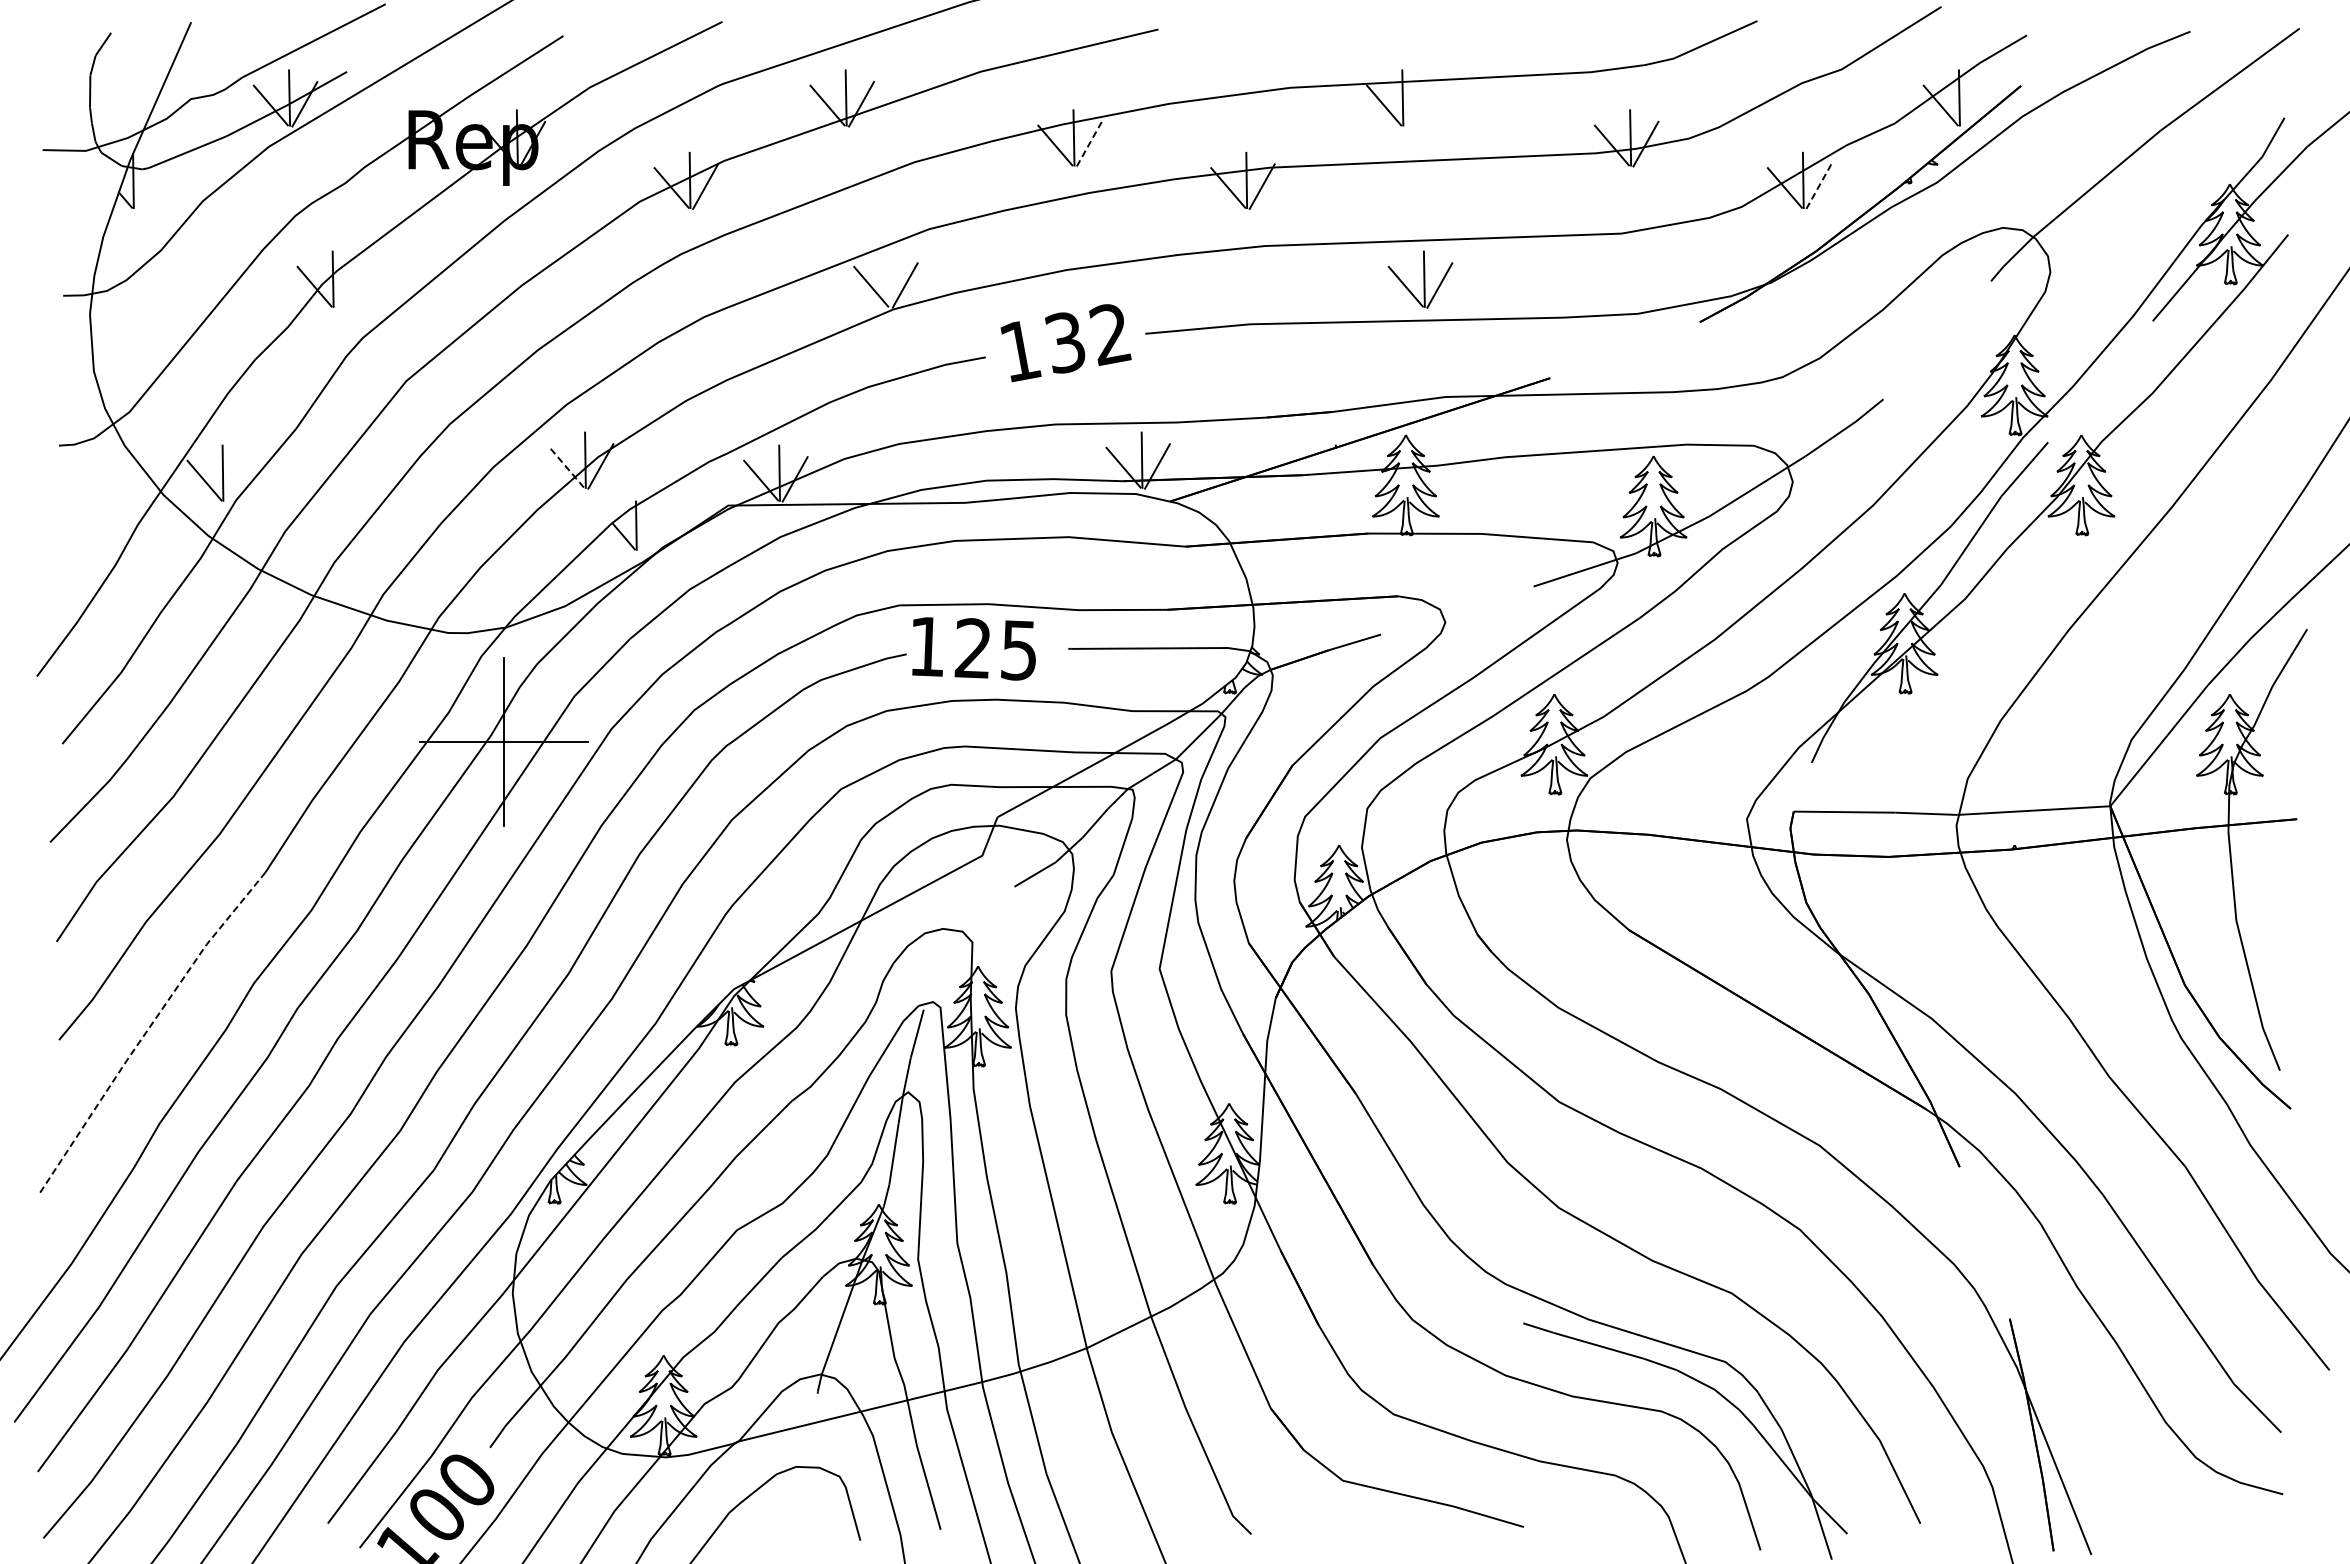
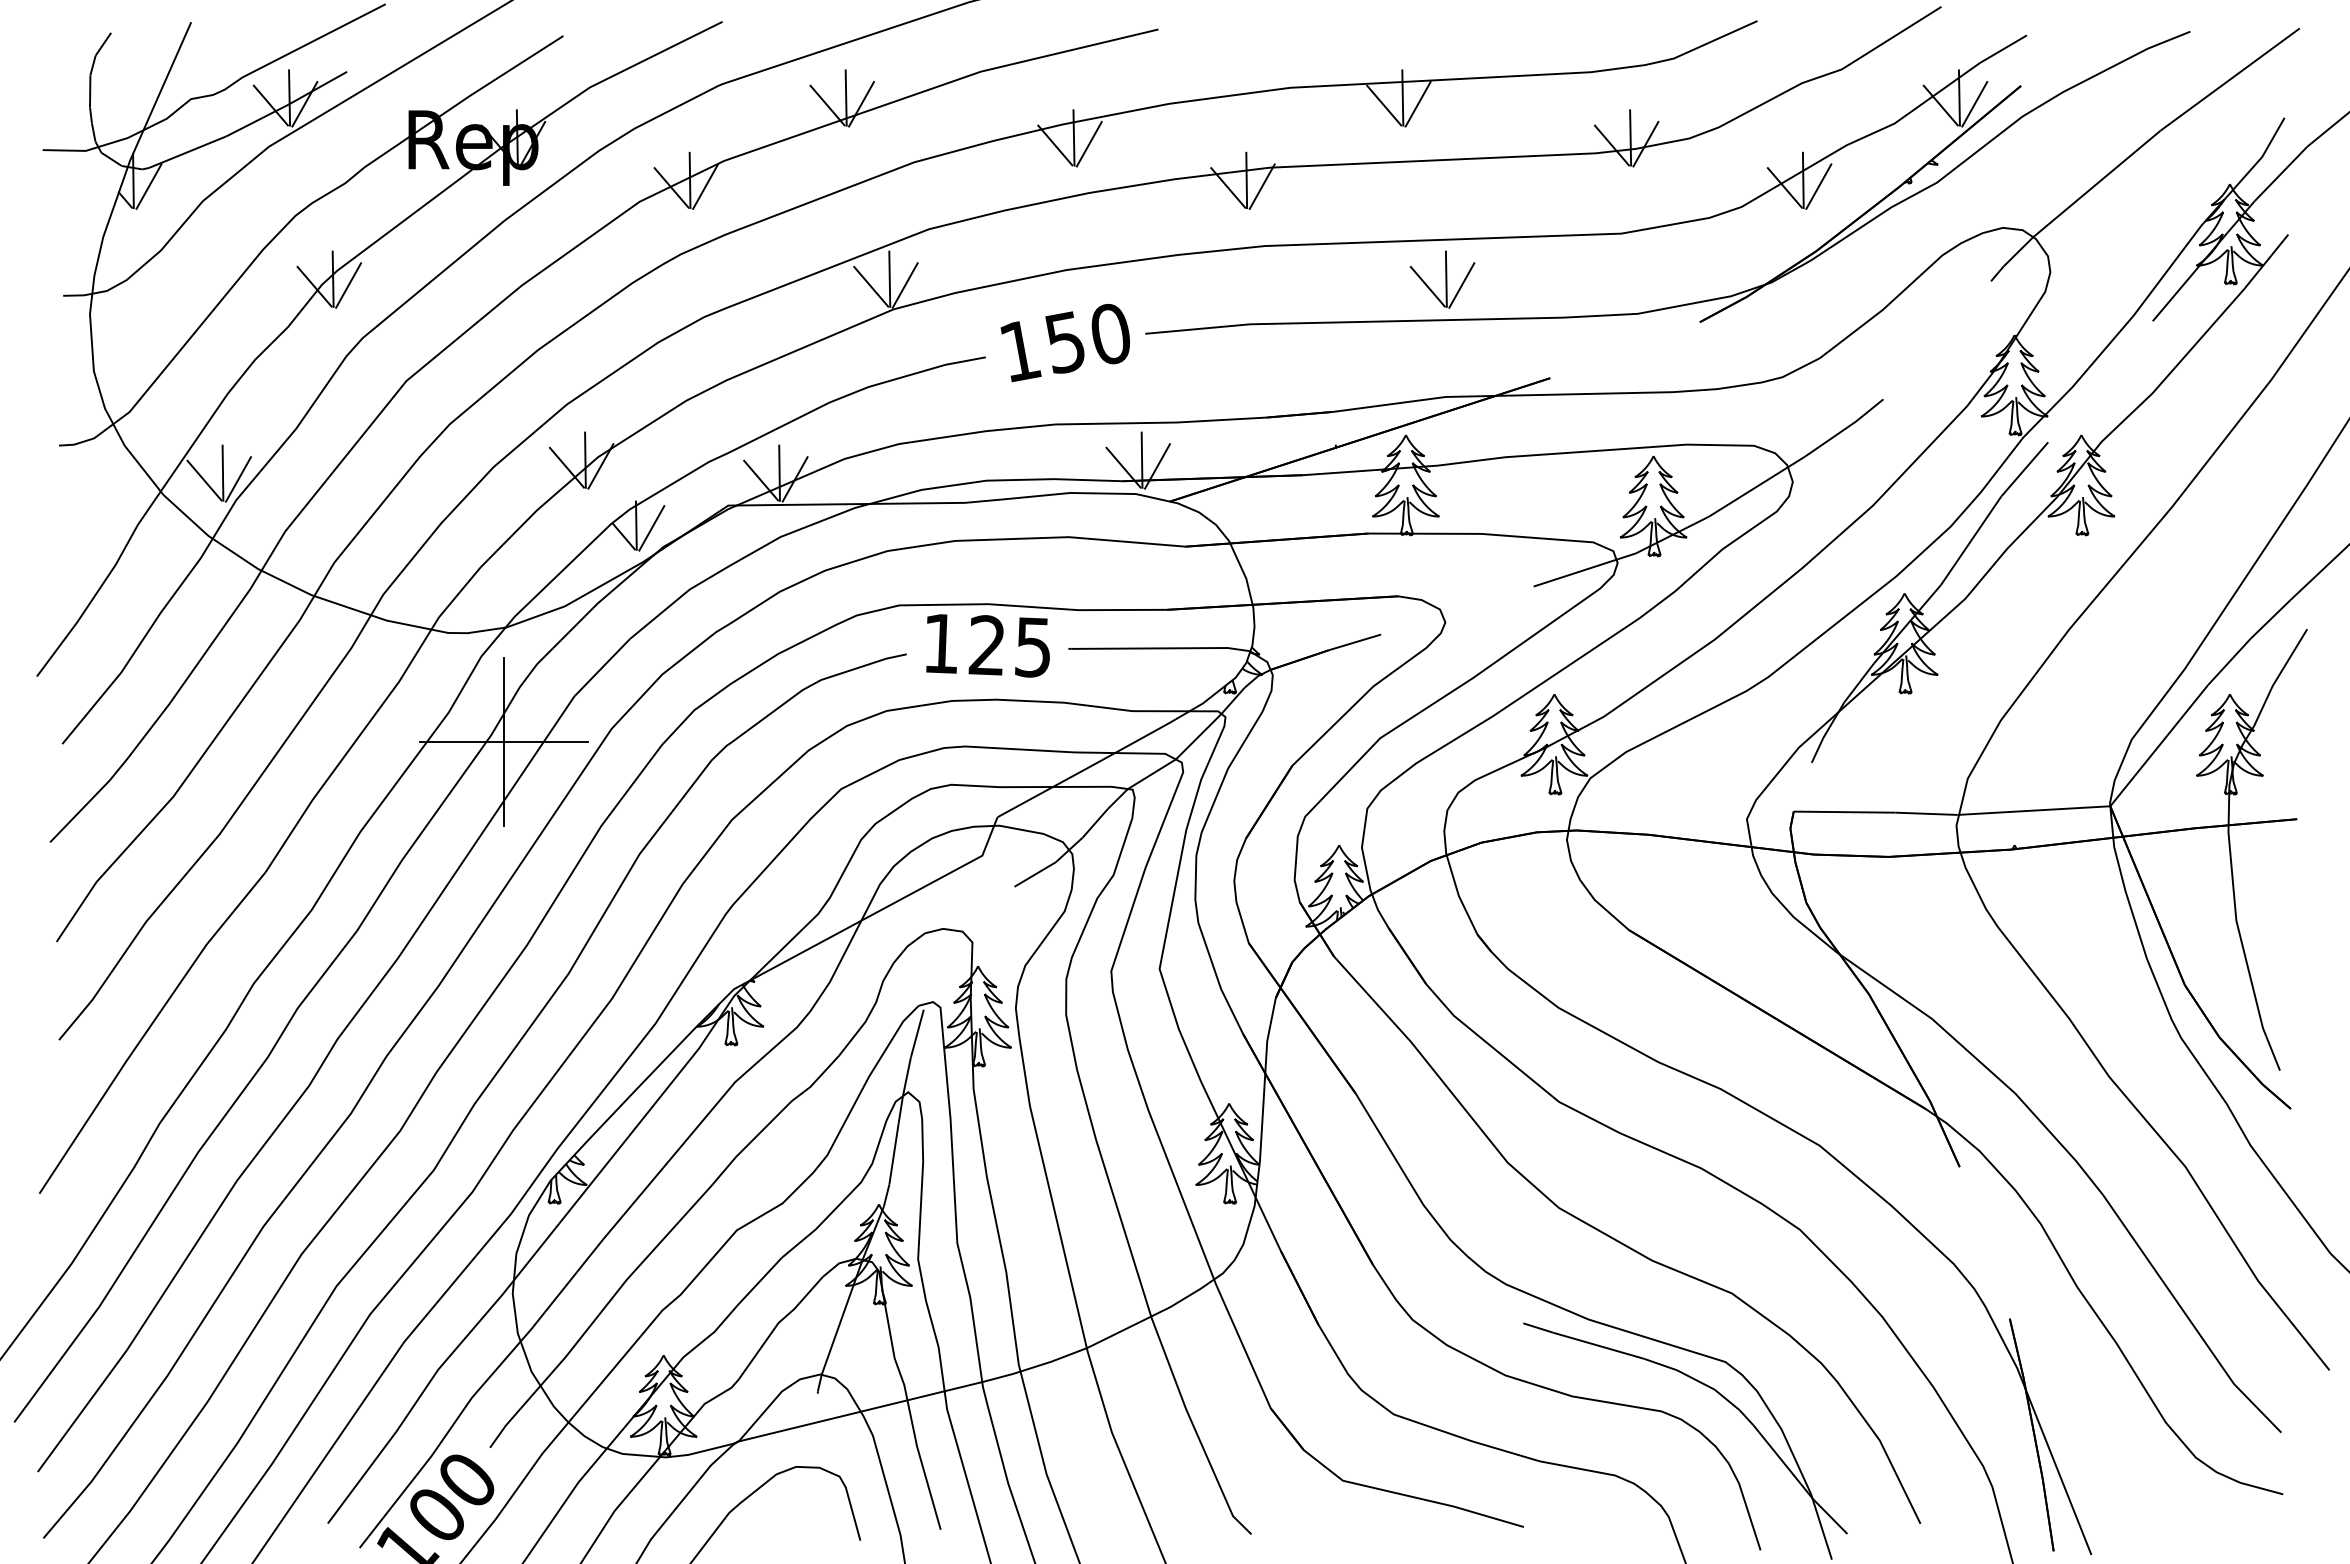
line at (1417, 104): none -> present
line at (1974, 104): none -> present
line at (1089, 143): dashed -> solid
line at (148, 186): none -> present
line at (1818, 186): dashed -> solid
line at (889, 278): none -> present
part at (1420, 279) position: (1420, 279) -> (1442, 279)
line at (348, 285): none -> present
text at (1088, 338): 132 -> 150
line at (566, 467): dashed -> solid
line at (238, 479): none -> present
line at (651, 528): none -> present
text at (973, 648) position: (973, 648) -> (987, 645)
line at (148, 1029): dashed -> solid
